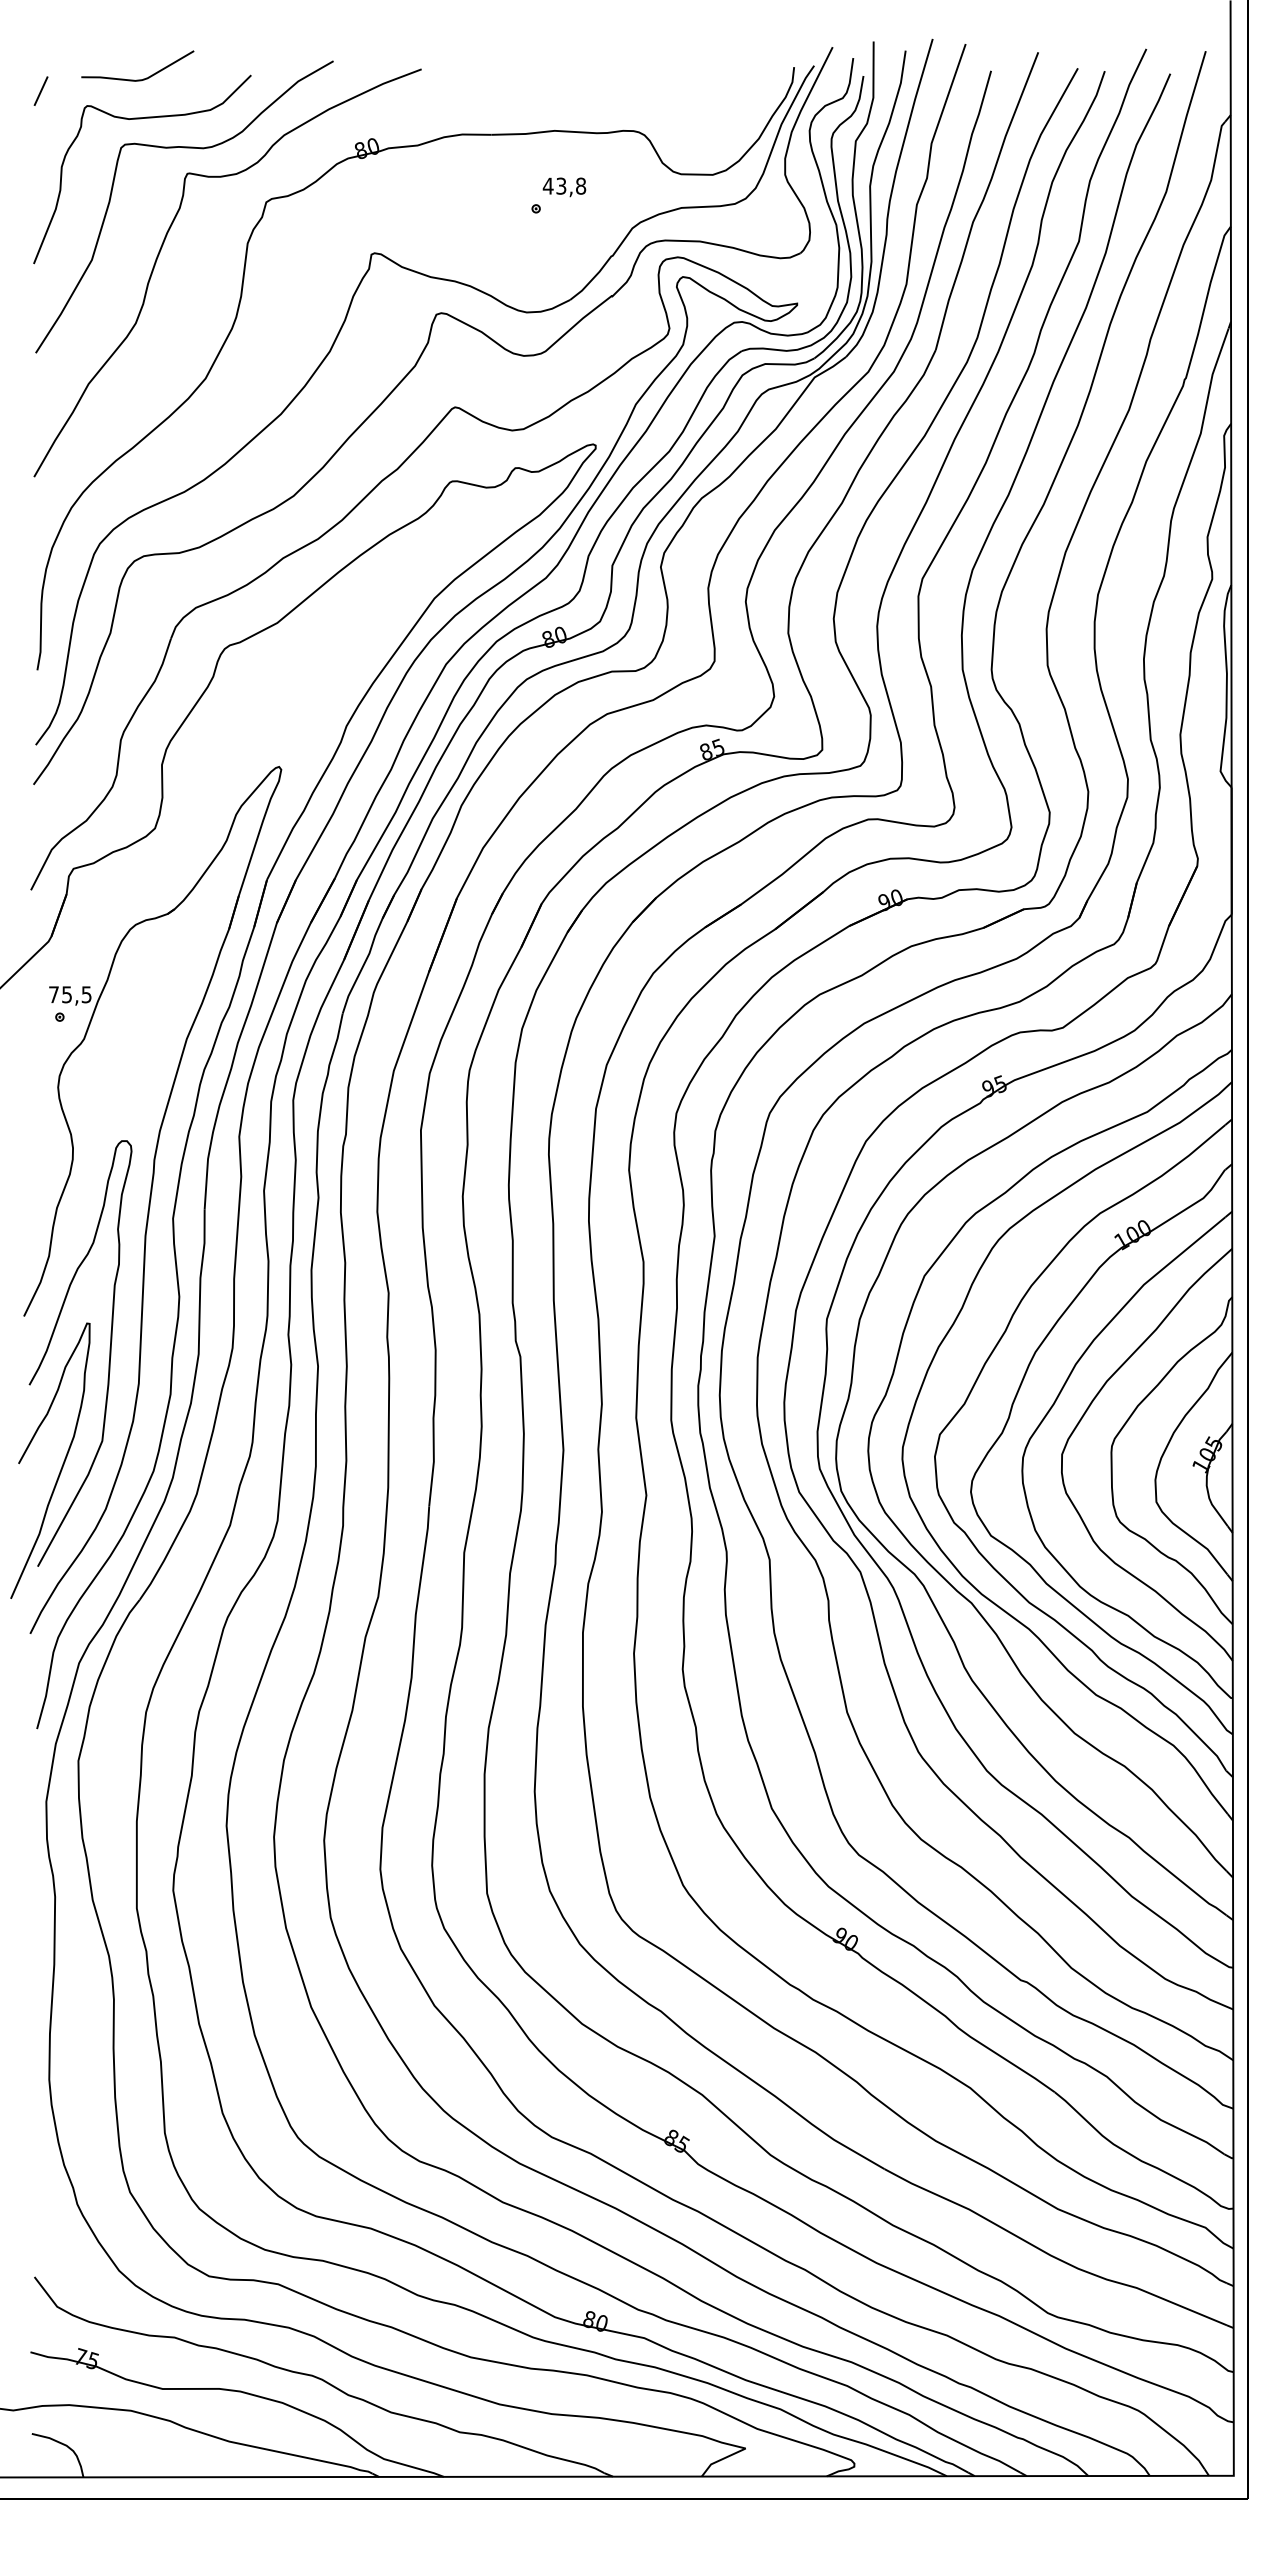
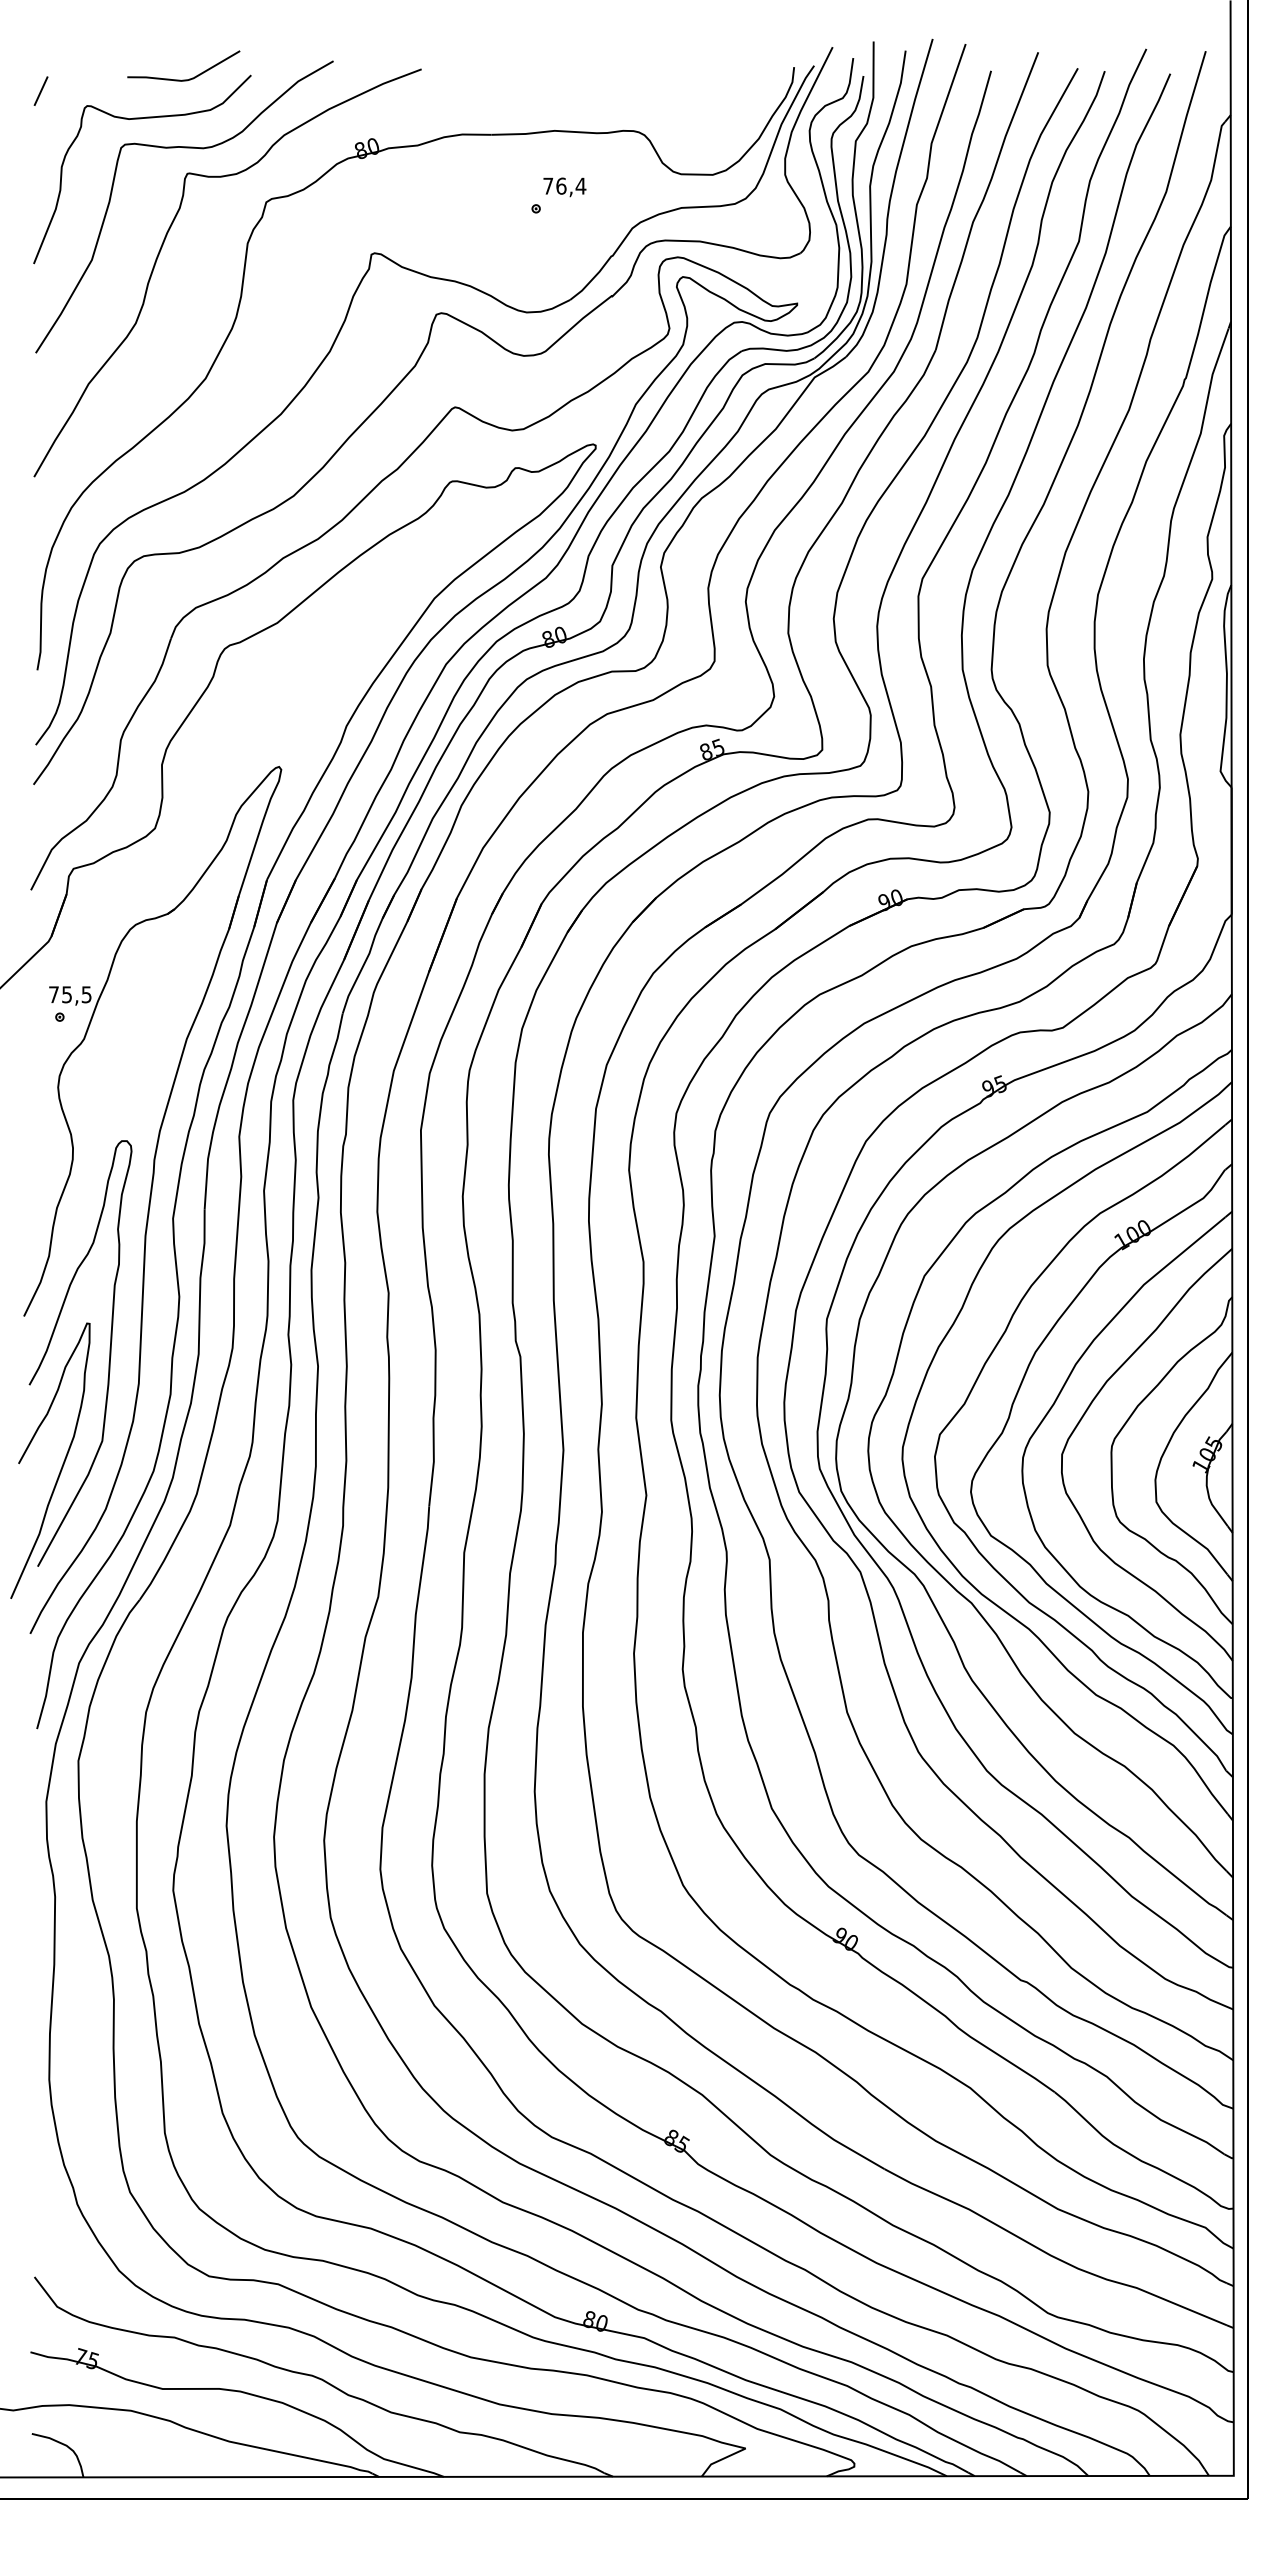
curve at (137, 79) position: (137, 79) -> (183, 79)
text at (564, 185): 43,8 -> 76,4
